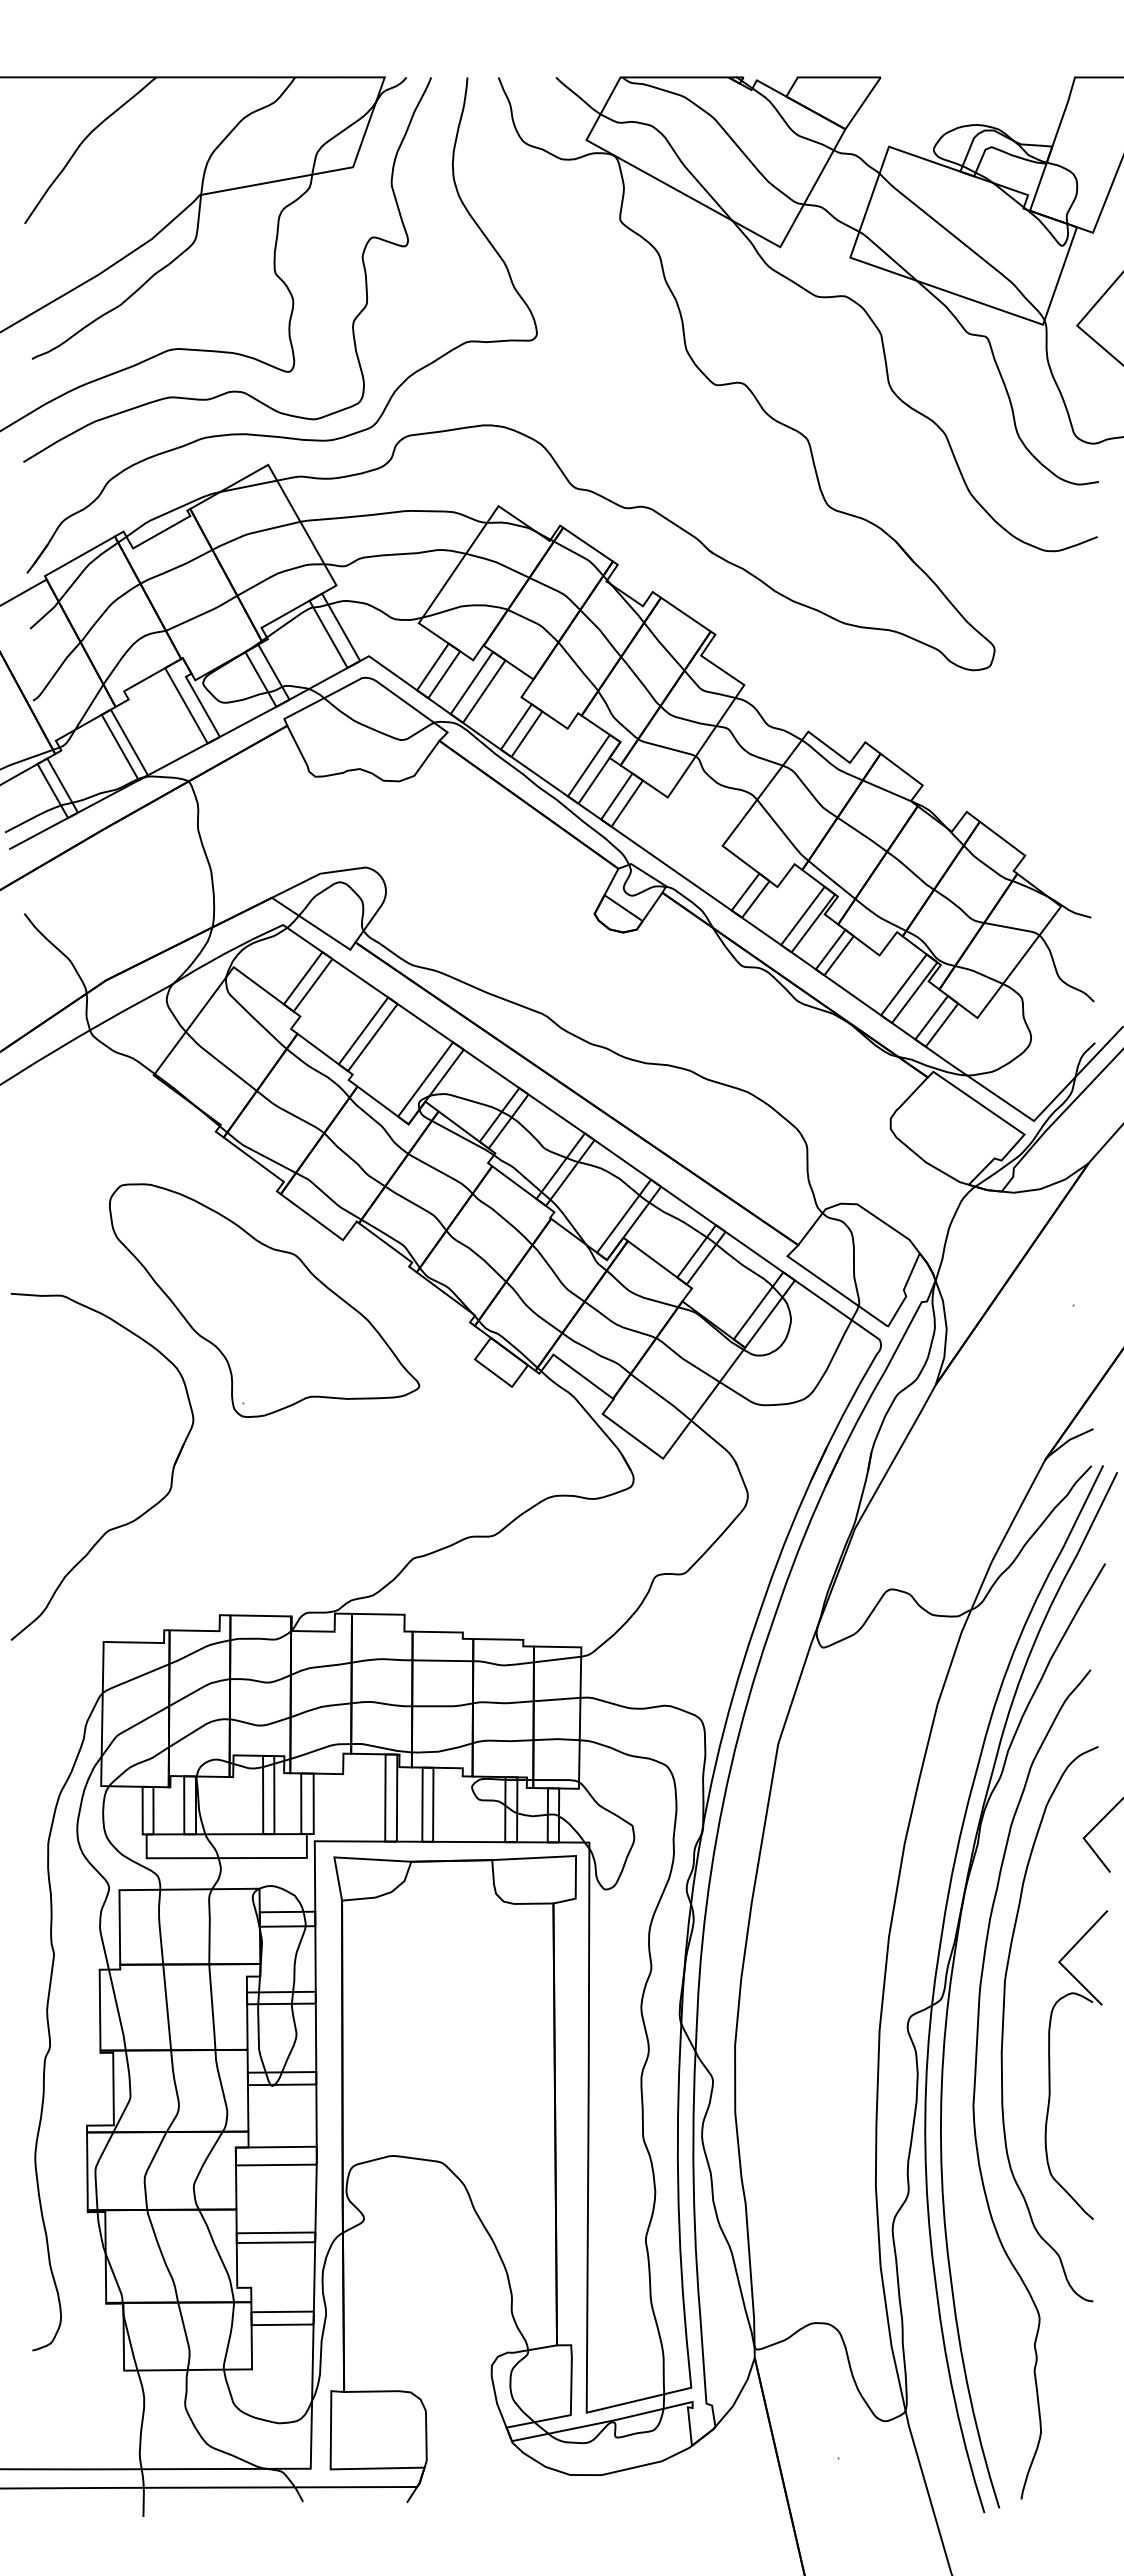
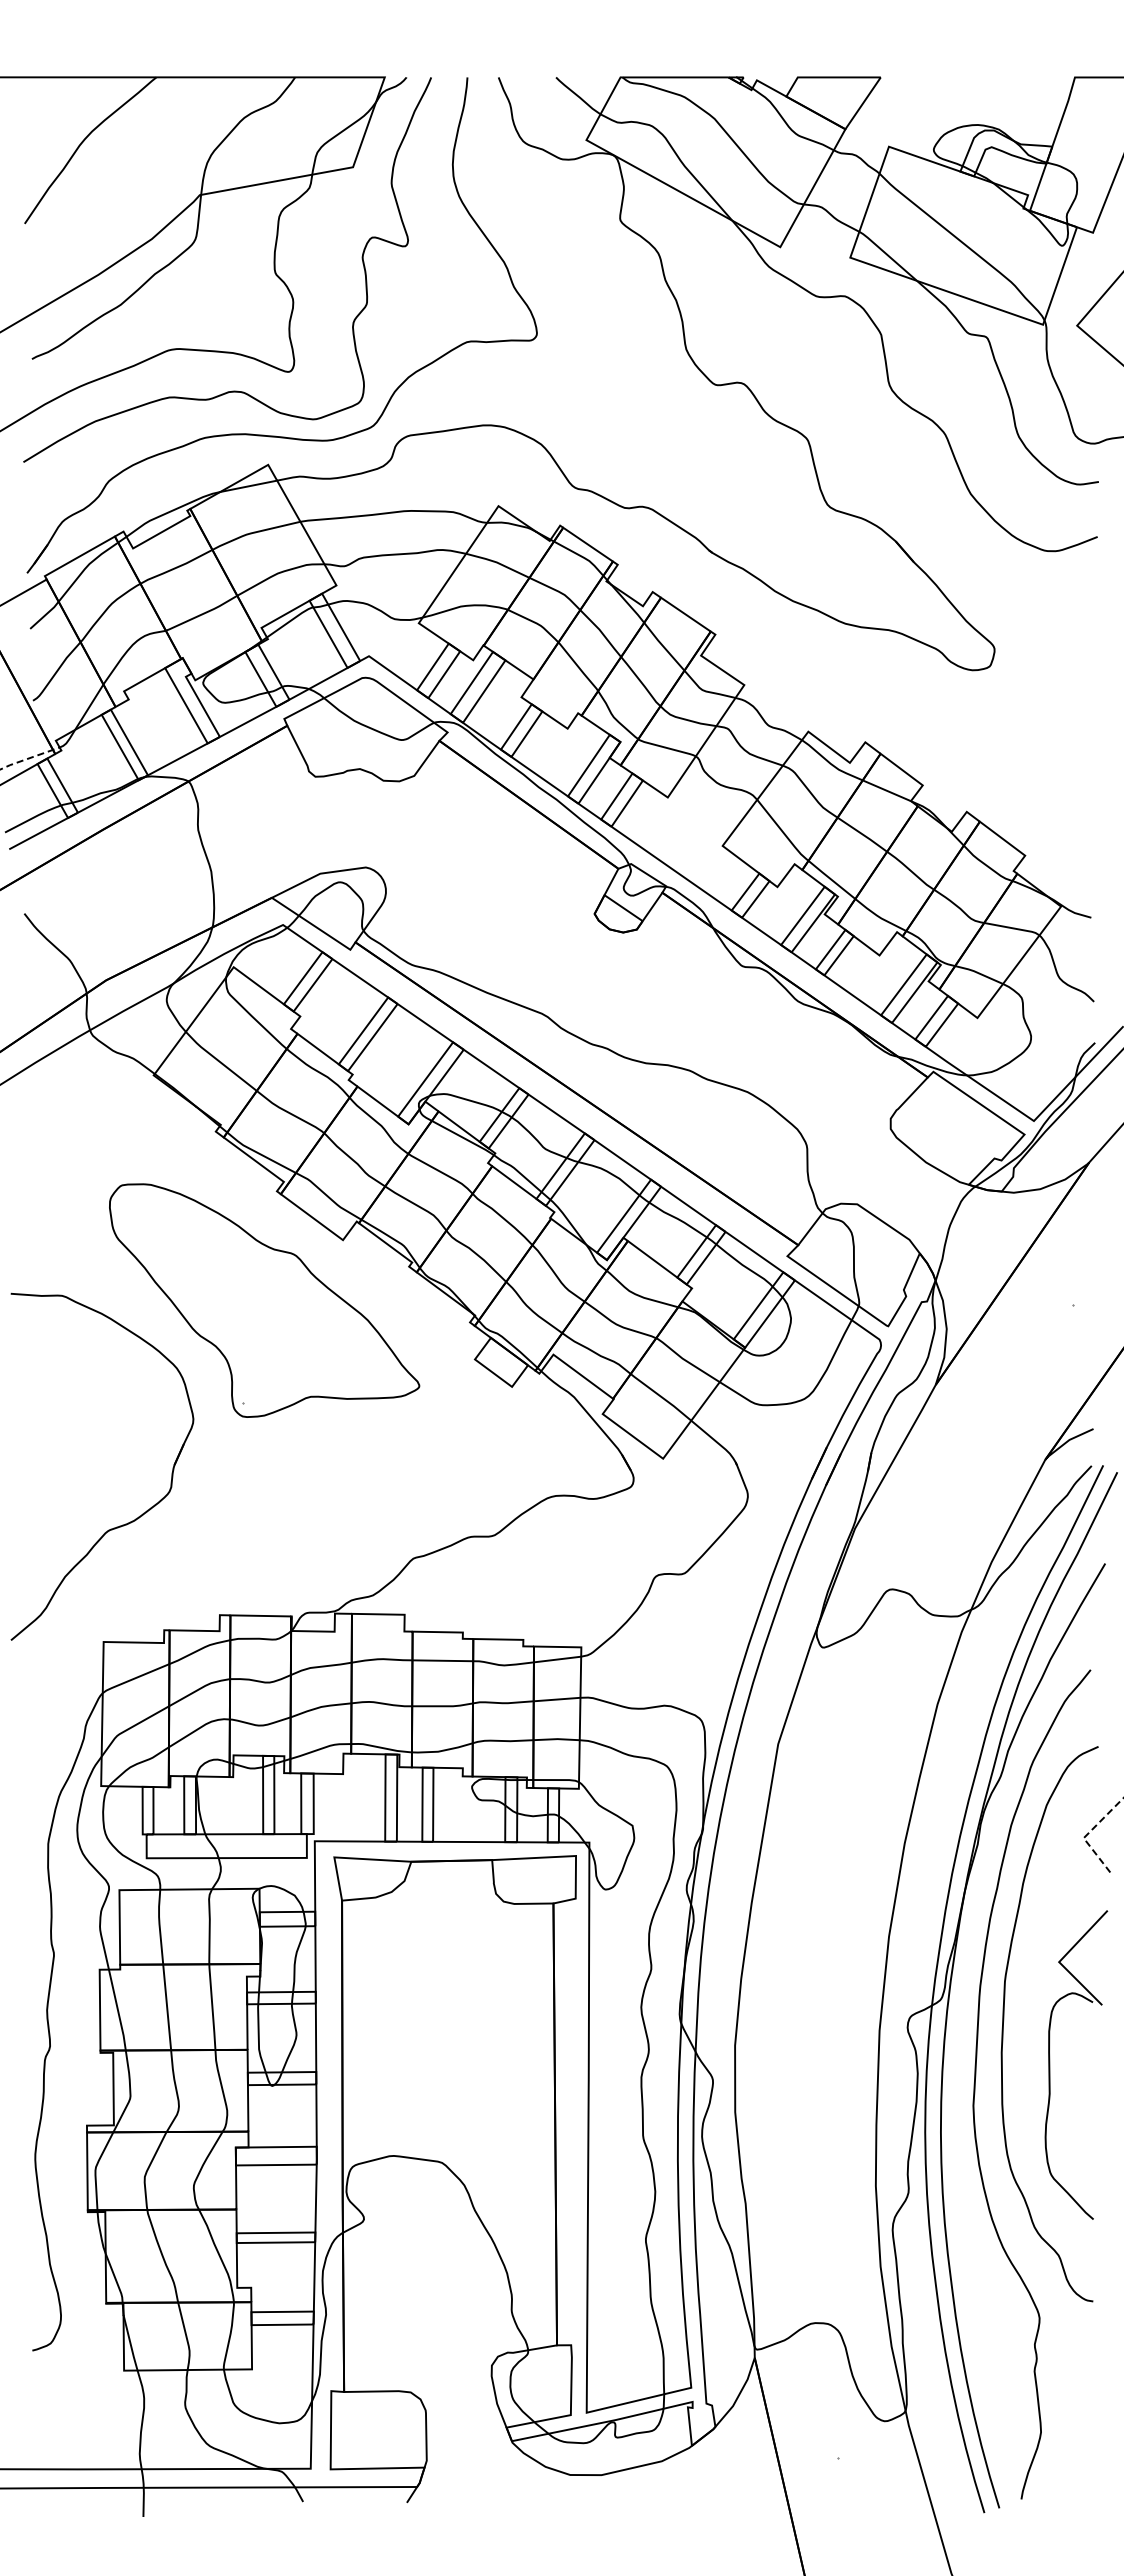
line at (29, 758): solid -> dashed
line at (1087, 1833): solid -> dashed
